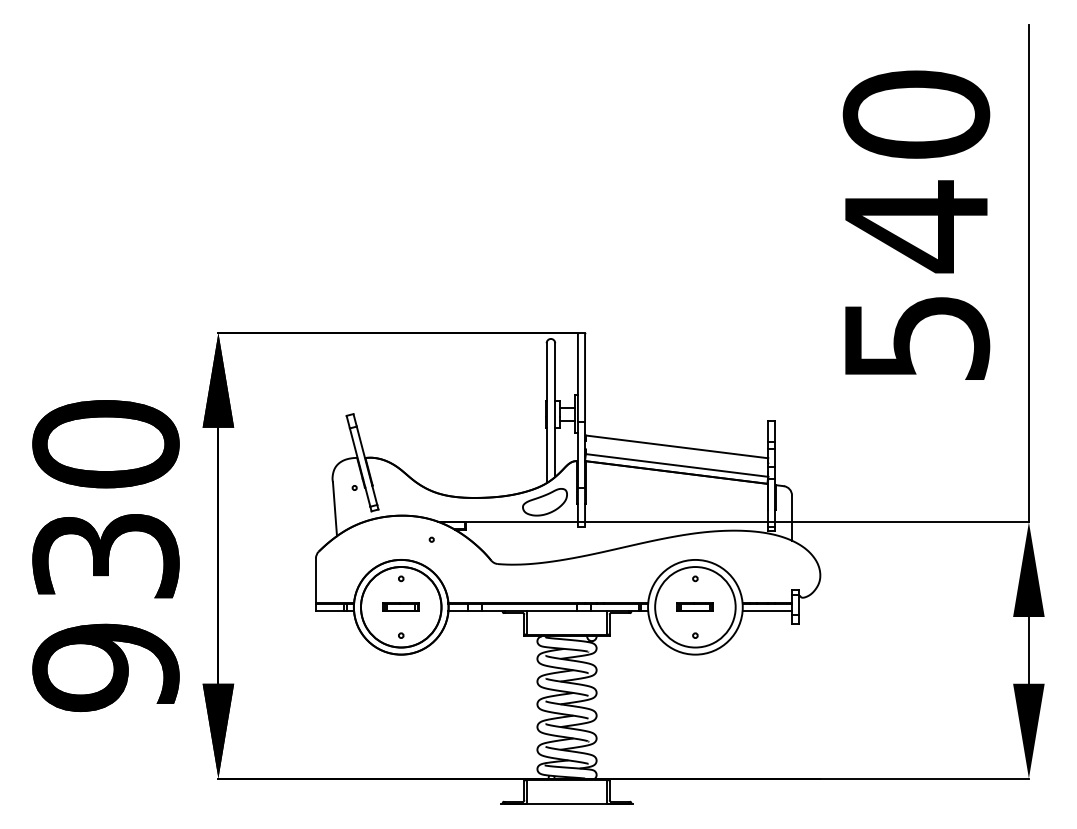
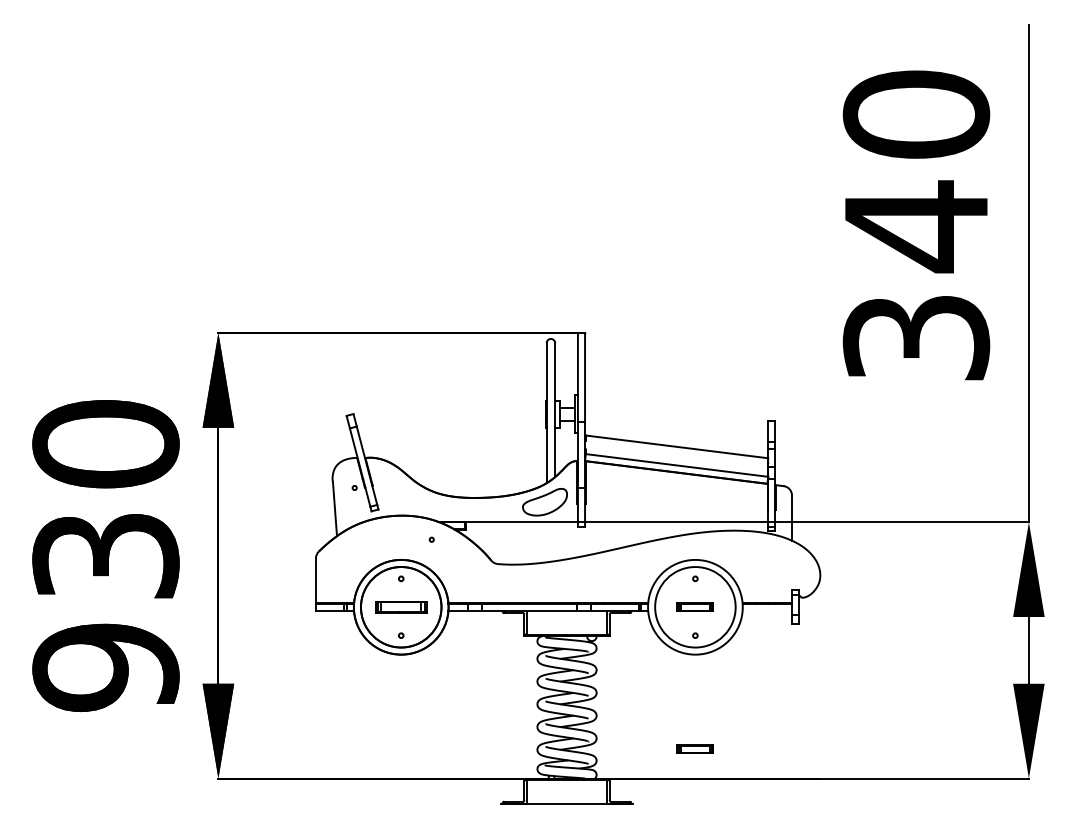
text at (915, 338): 540 -> 340
part at (400, 606) size: 38x10 px -> 53x13 px
line at (767, 610): present -> none
part at (694, 748): none -> present
